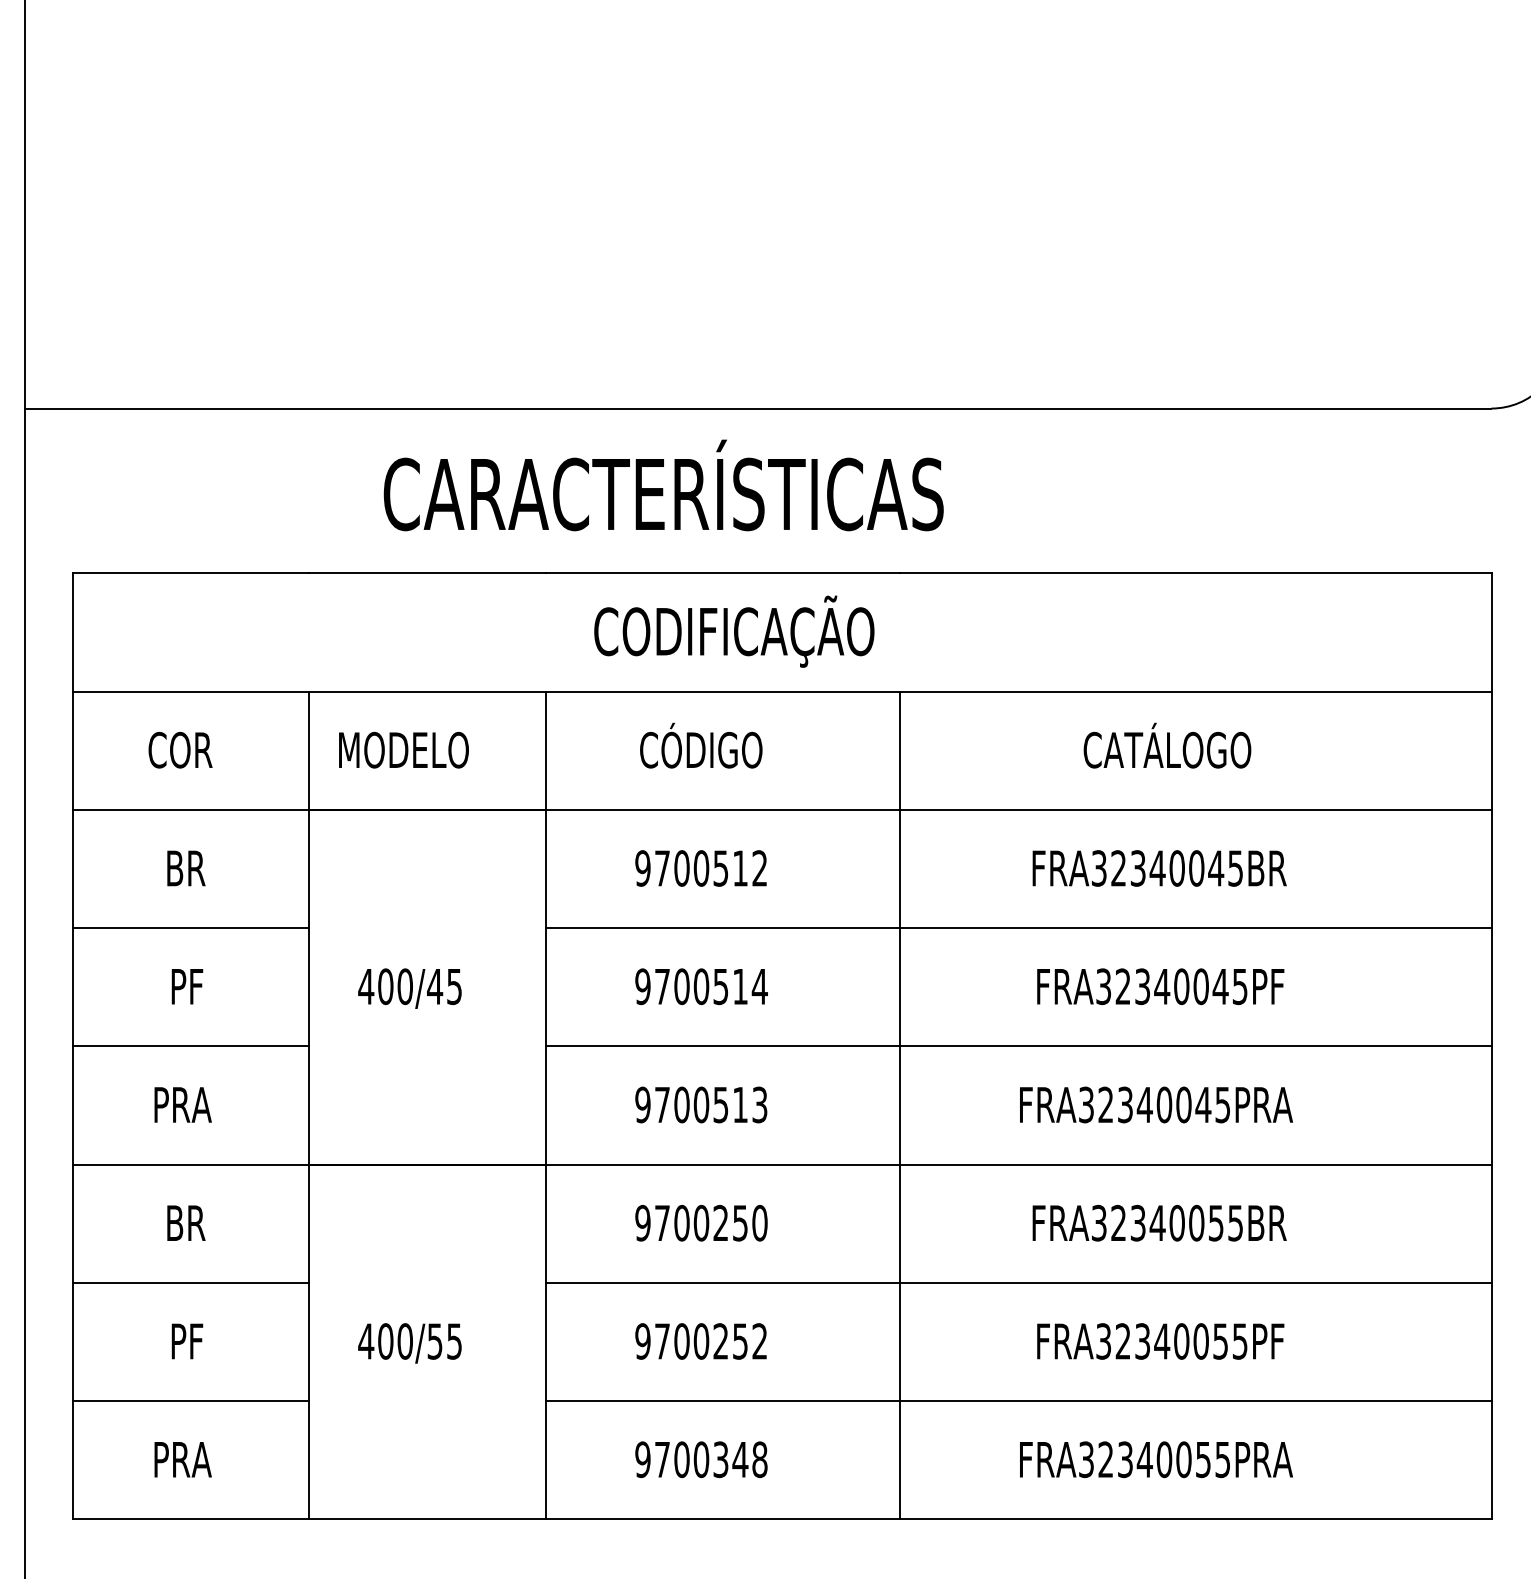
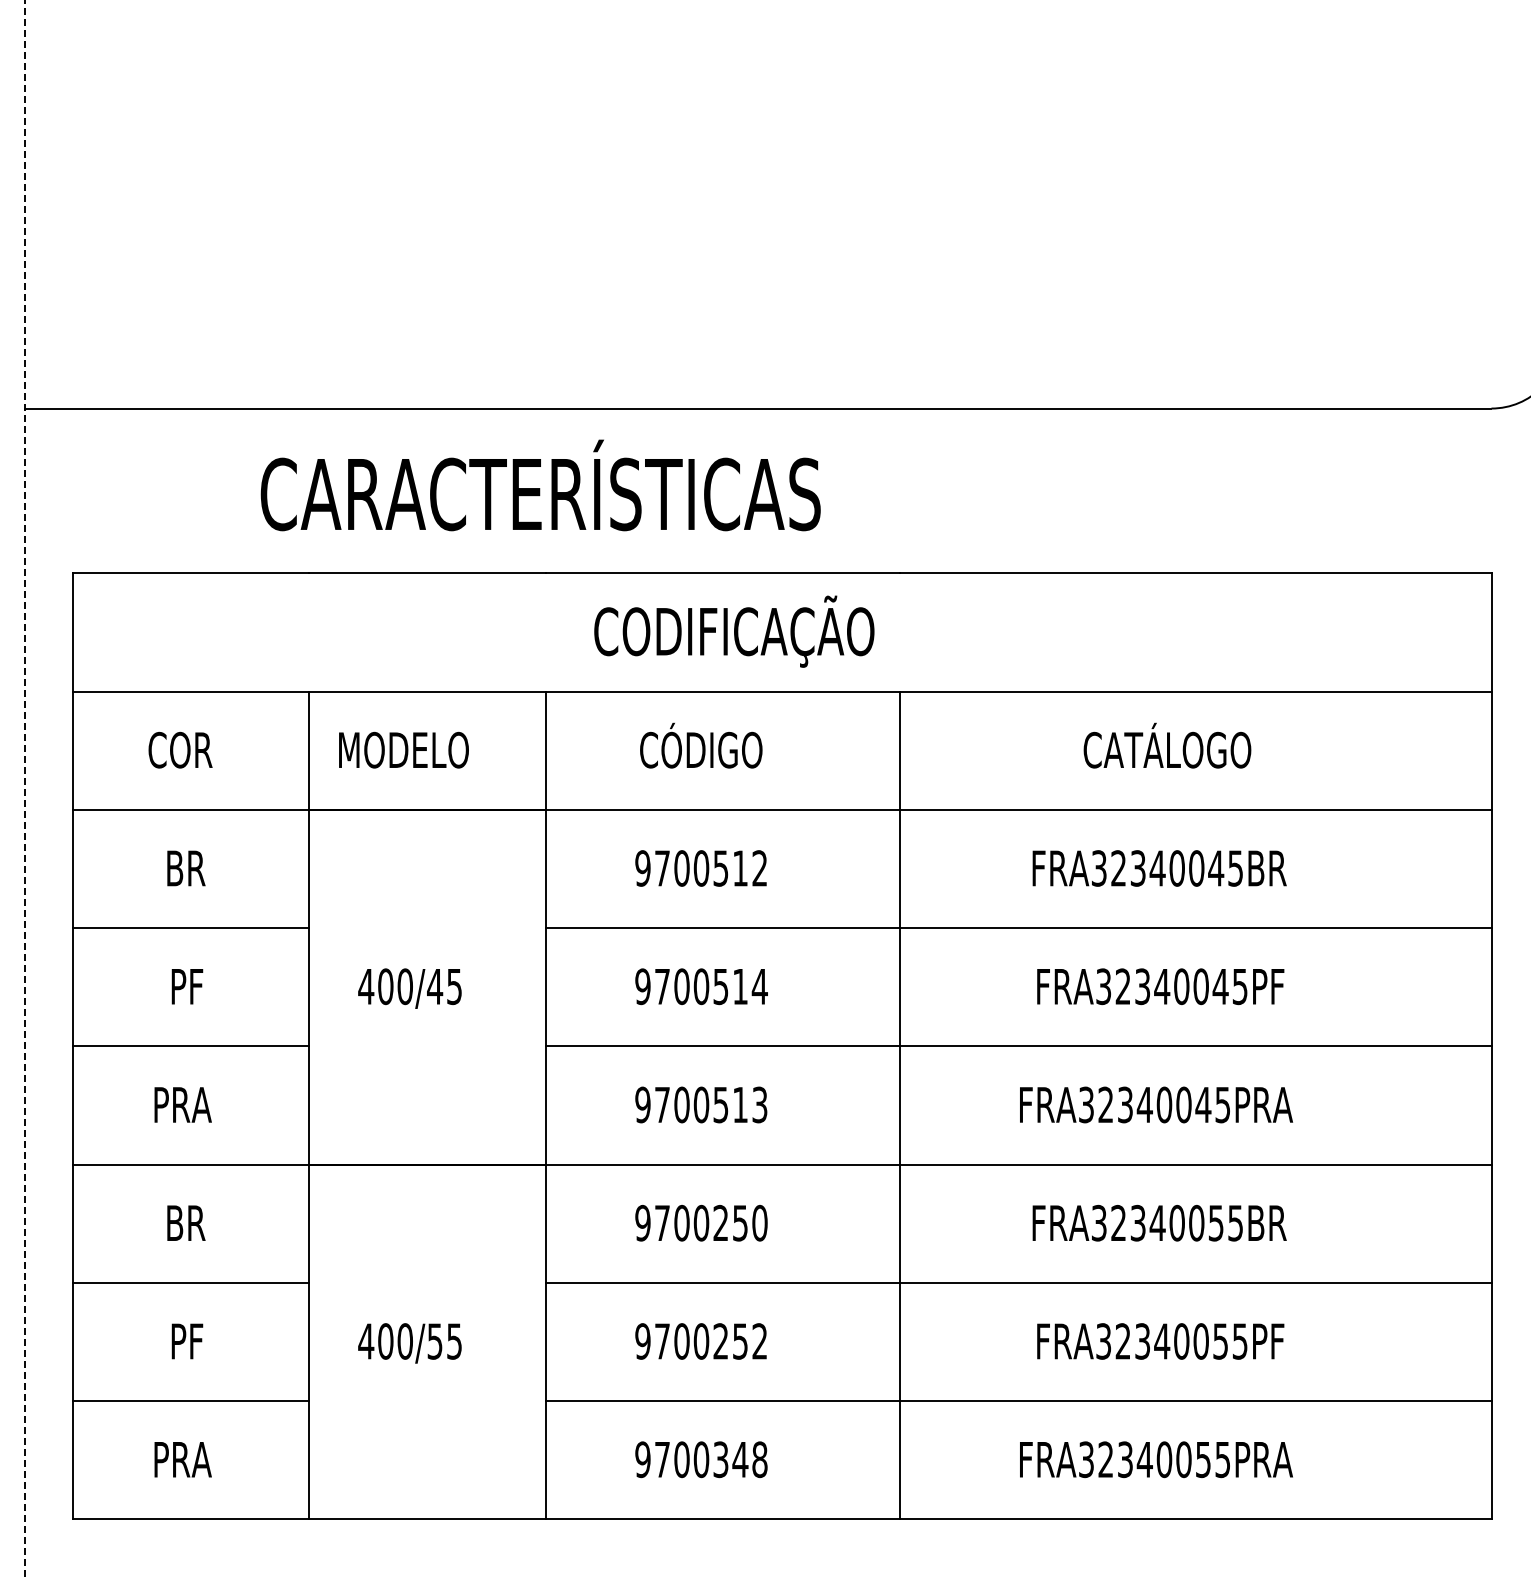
text at (663, 485) position: (663, 485) -> (540, 485)
line at (25, 789): solid -> dashed
